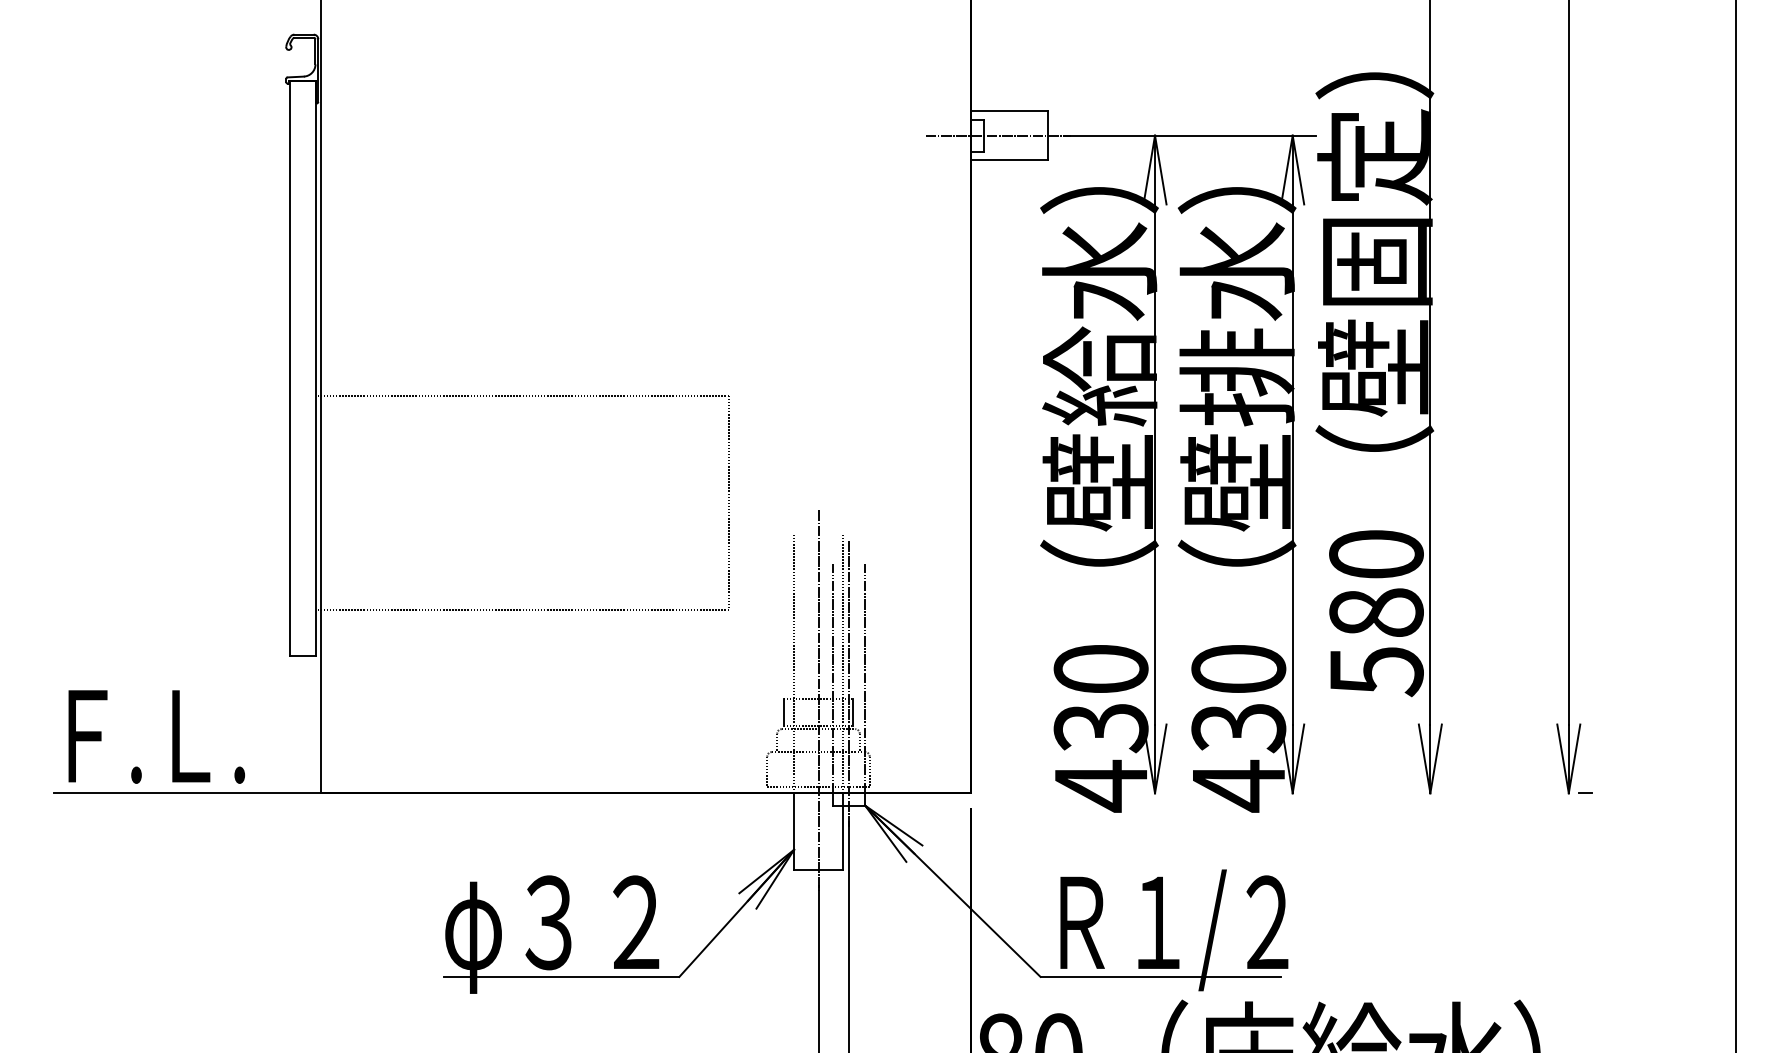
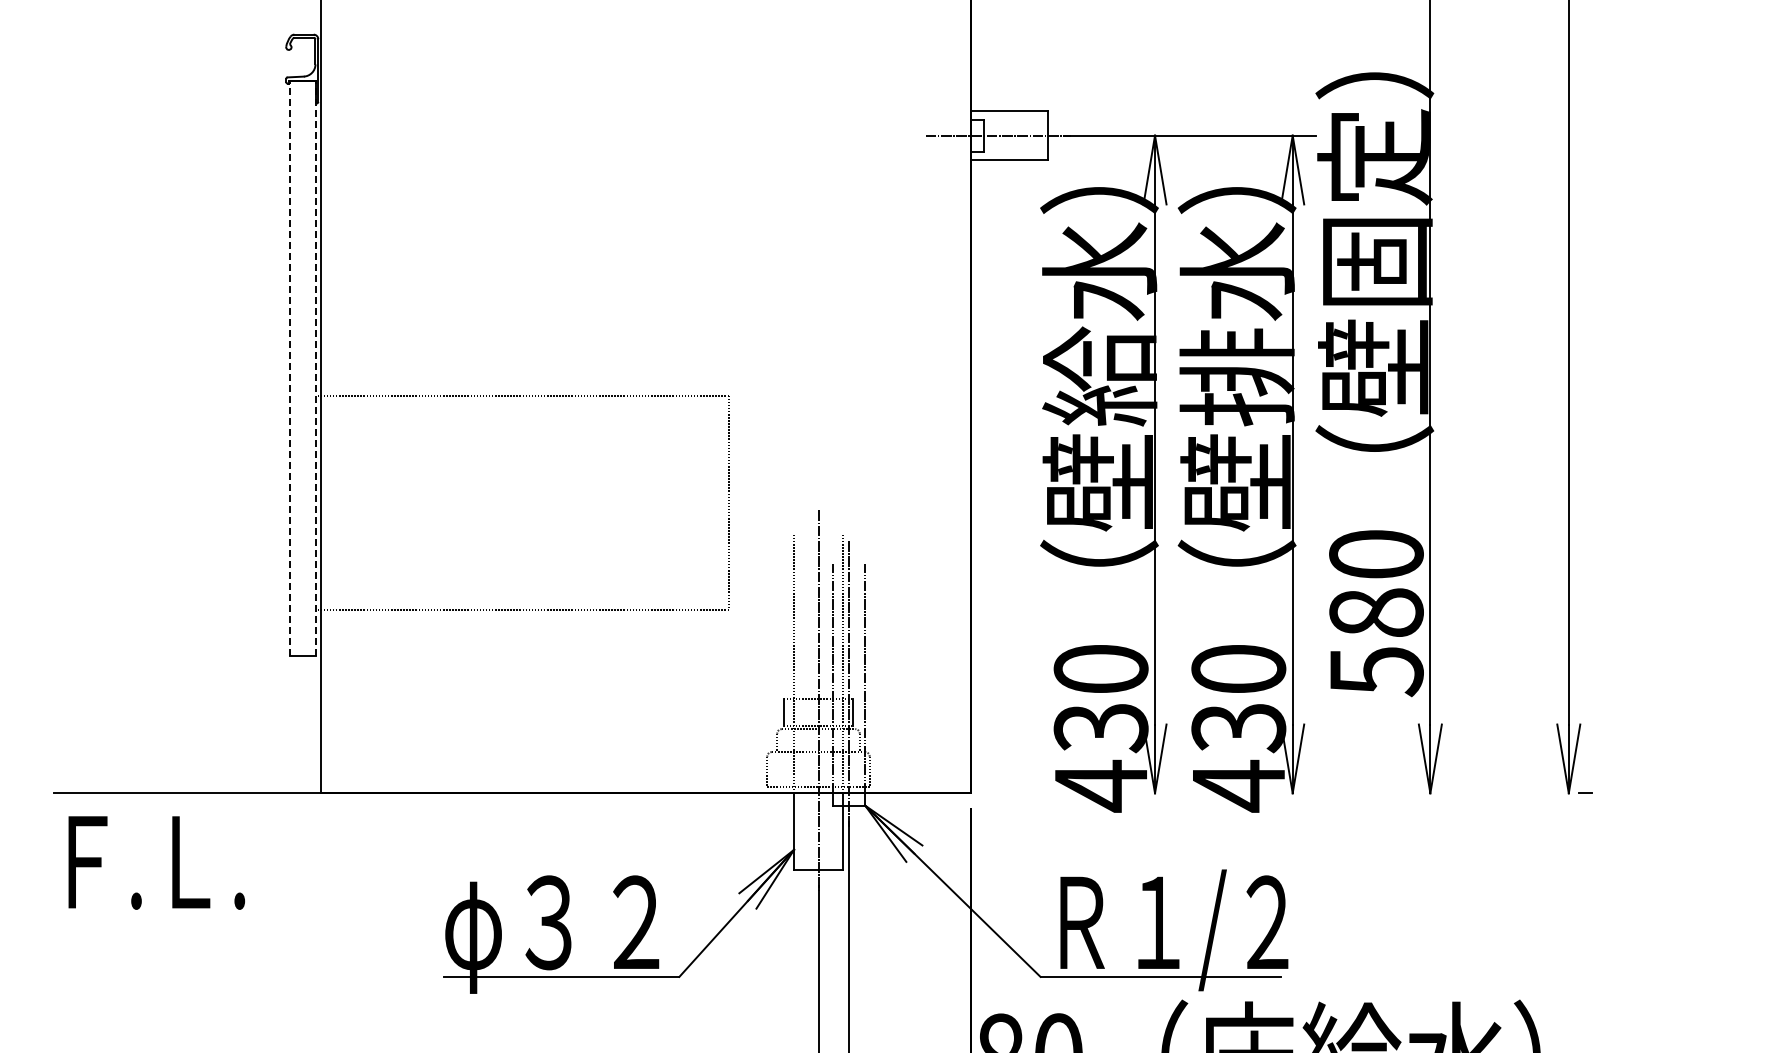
line at (290, 368): solid -> dashed
line at (316, 368): solid -> dashed
line at (1736, 525): present -> none
text at (156, 736) position: (156, 736) -> (156, 862)
